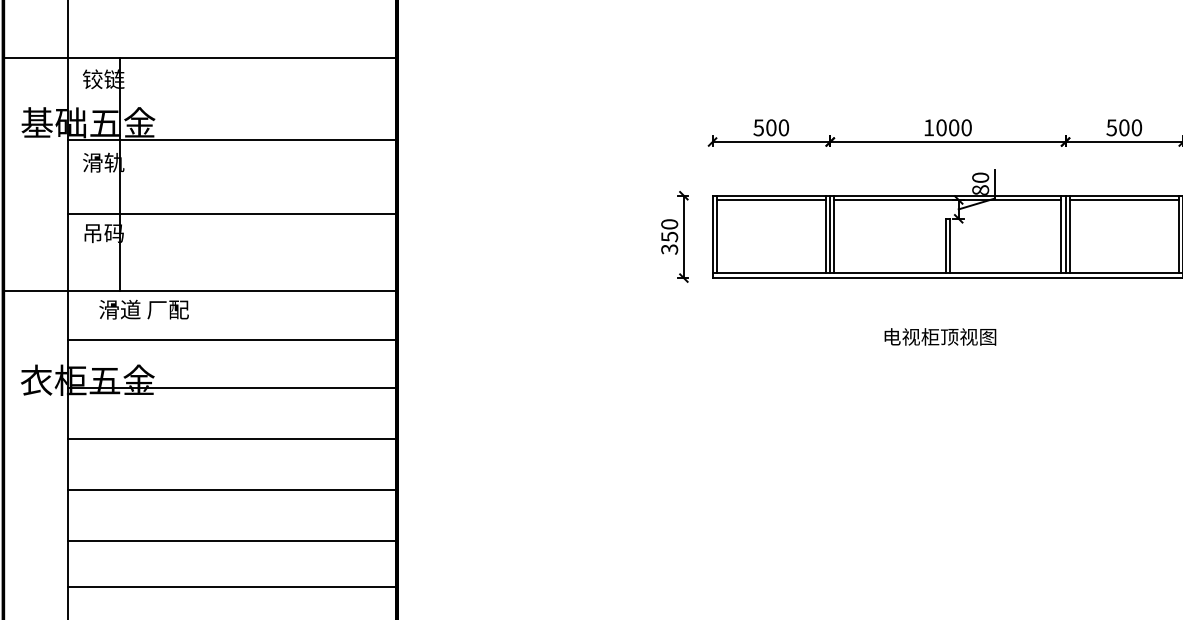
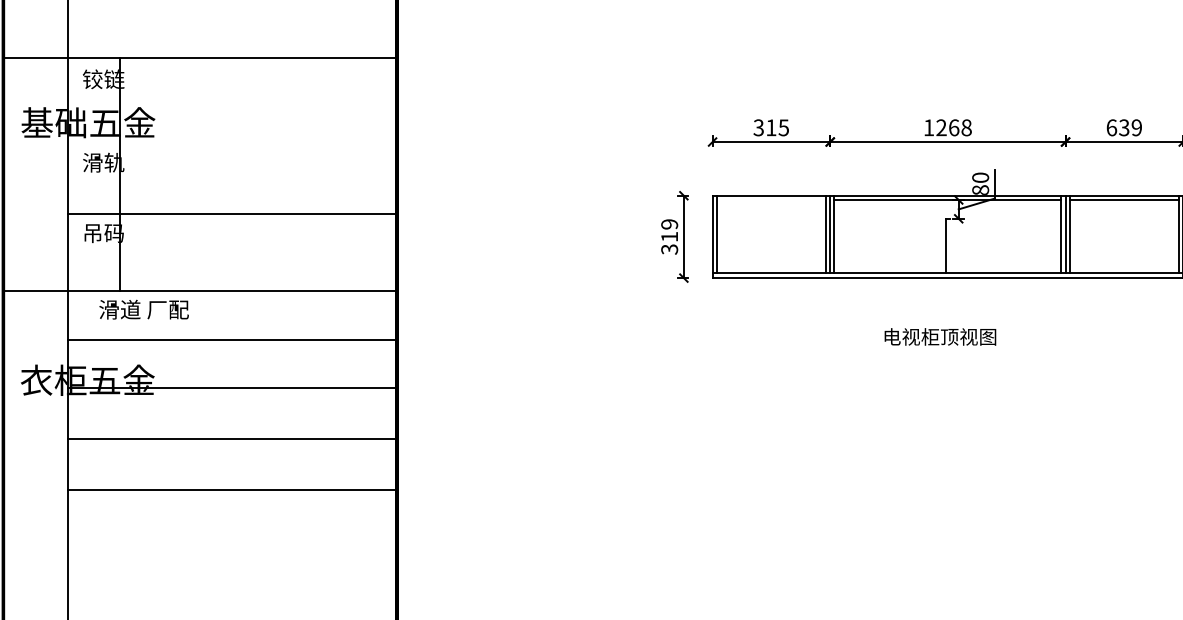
text at (771, 127): 500 -> 315
text at (953, 127): 1000 -> 1268
text at (1124, 127): 500 -> 639
line at (232, 140): present -> none
line at (771, 199): present -> none
text at (669, 230): 350 -> 319
line at (950, 245): present -> none
line at (232, 541): present -> none
line at (232, 587): present -> none
